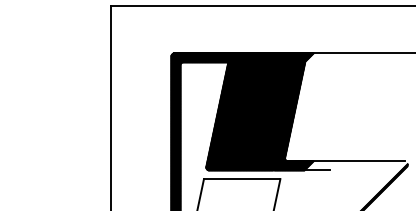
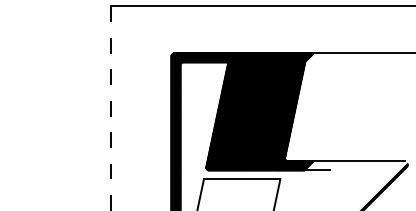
line at (111, 108): solid -> dashed
